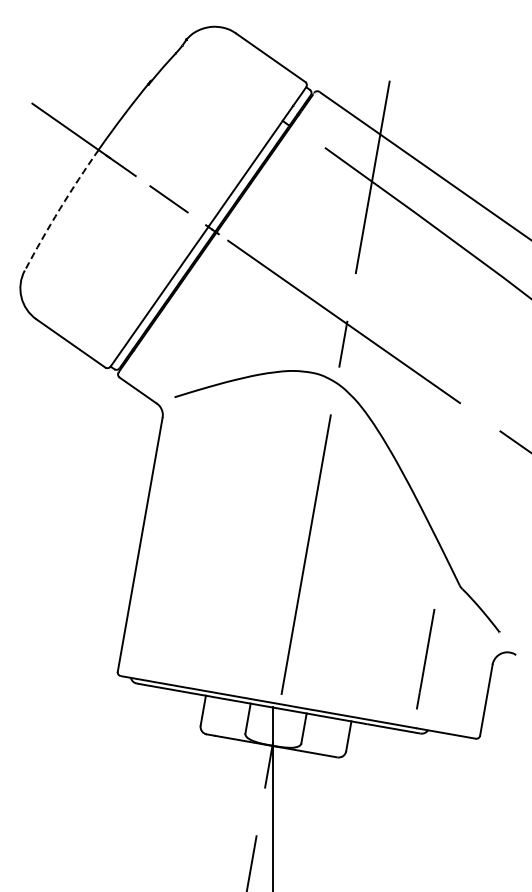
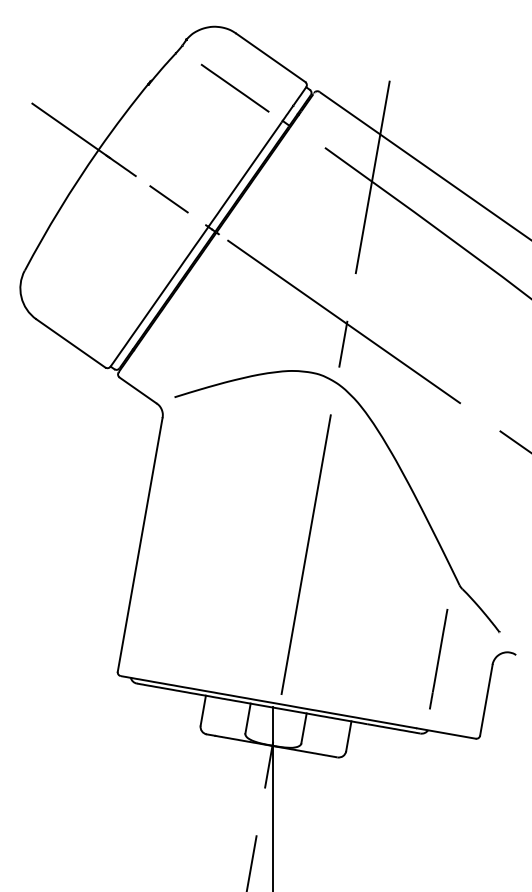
line at (234, 87): none -> present
arc at (59, 209): dashed -> solid
line at (425, 659) position: (425, 659) -> (438, 659)
